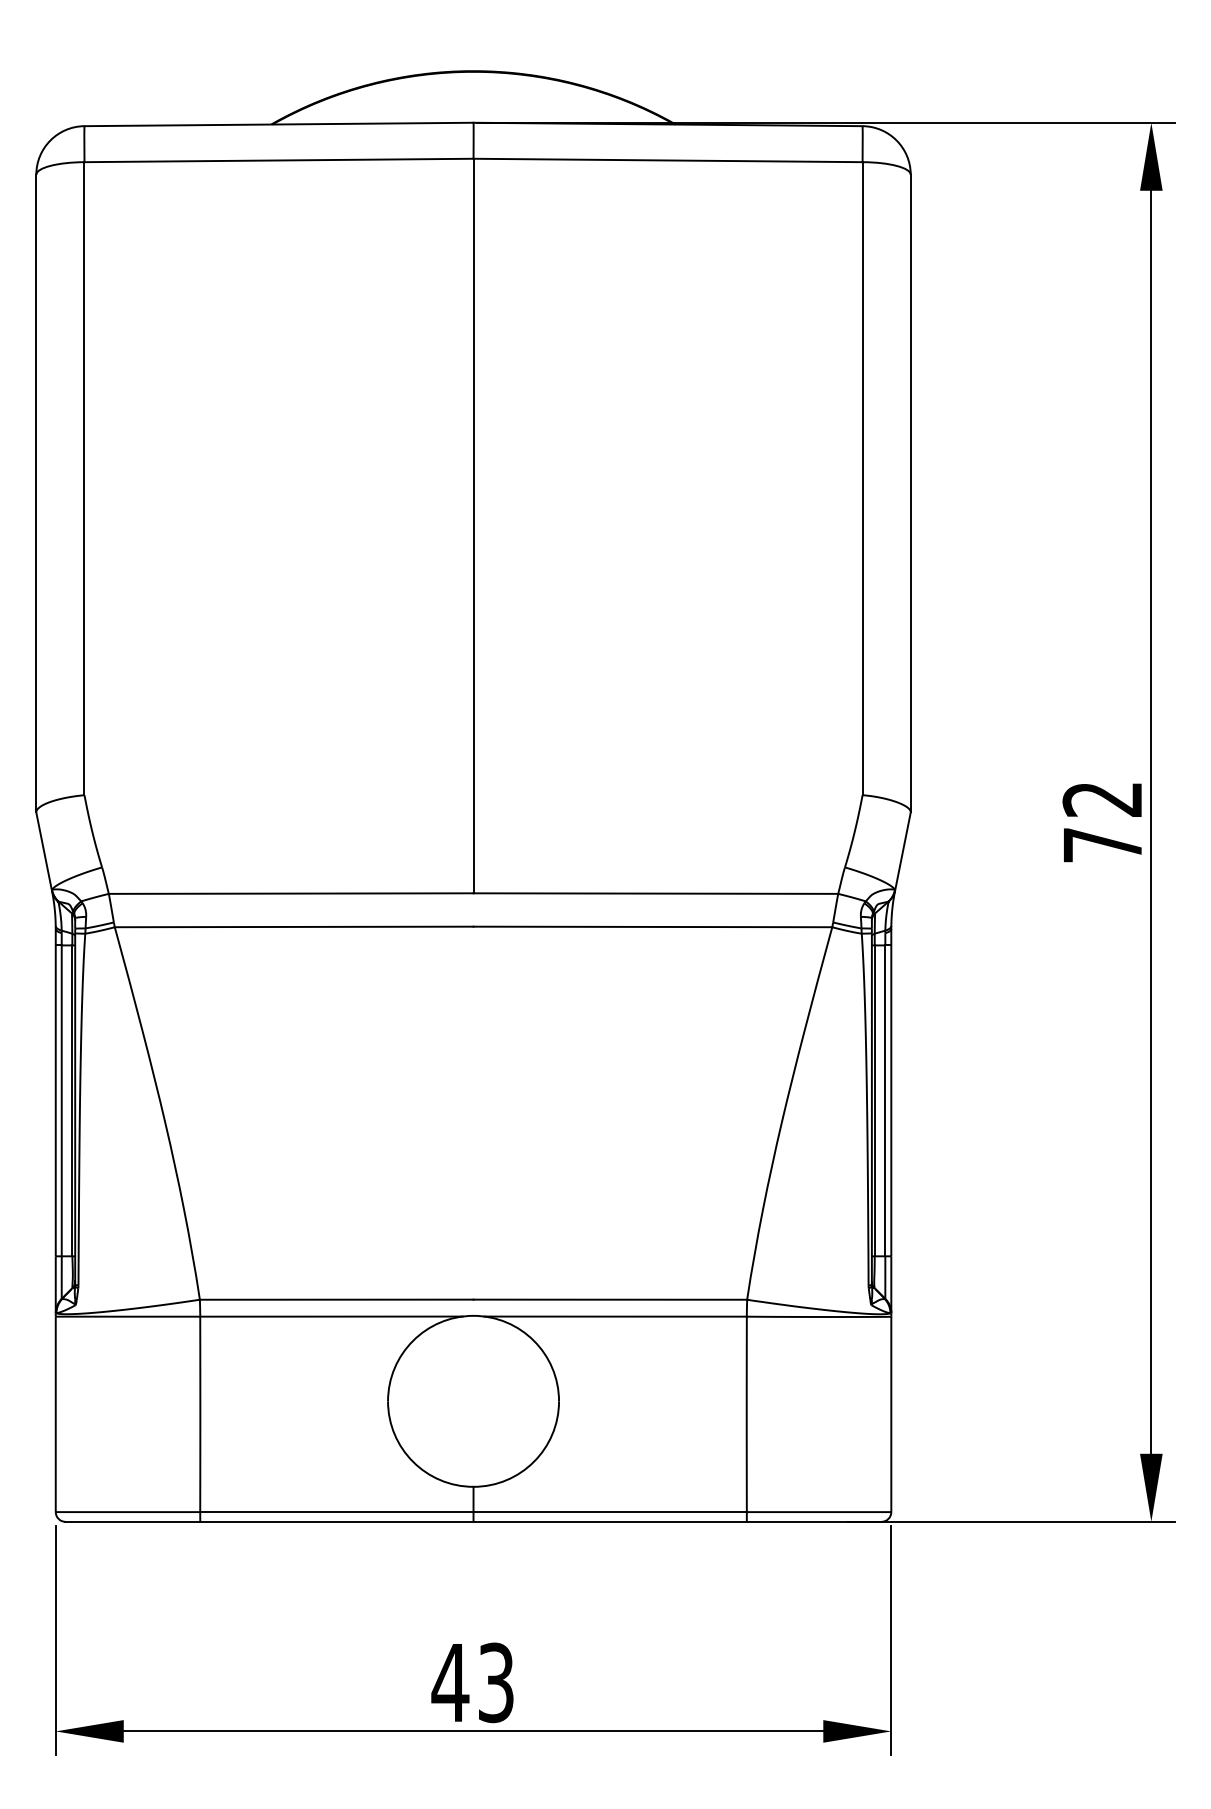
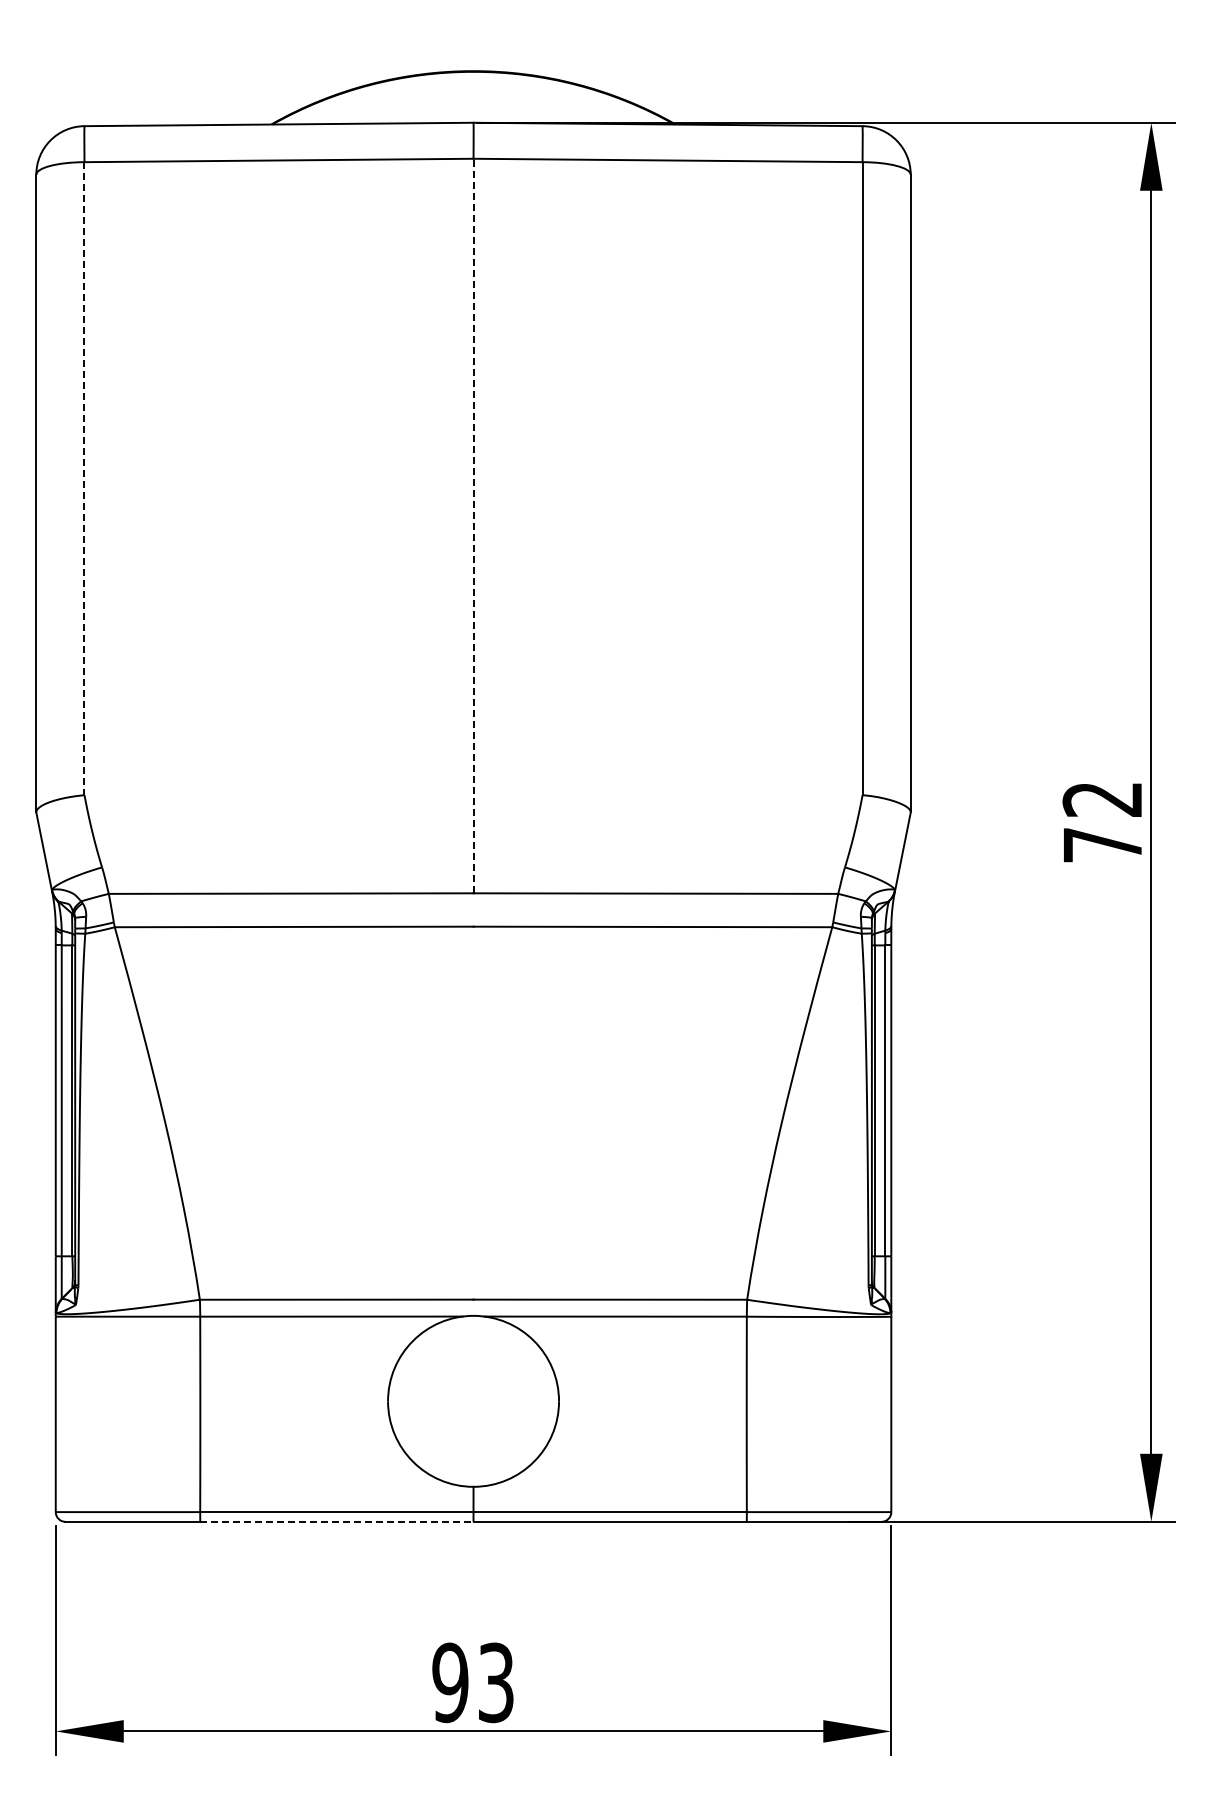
line at (84, 478): solid -> dashed
line at (473, 525): solid -> dashed
line at (336, 1521): solid -> dashed
text at (450, 1682): 43 -> 93
